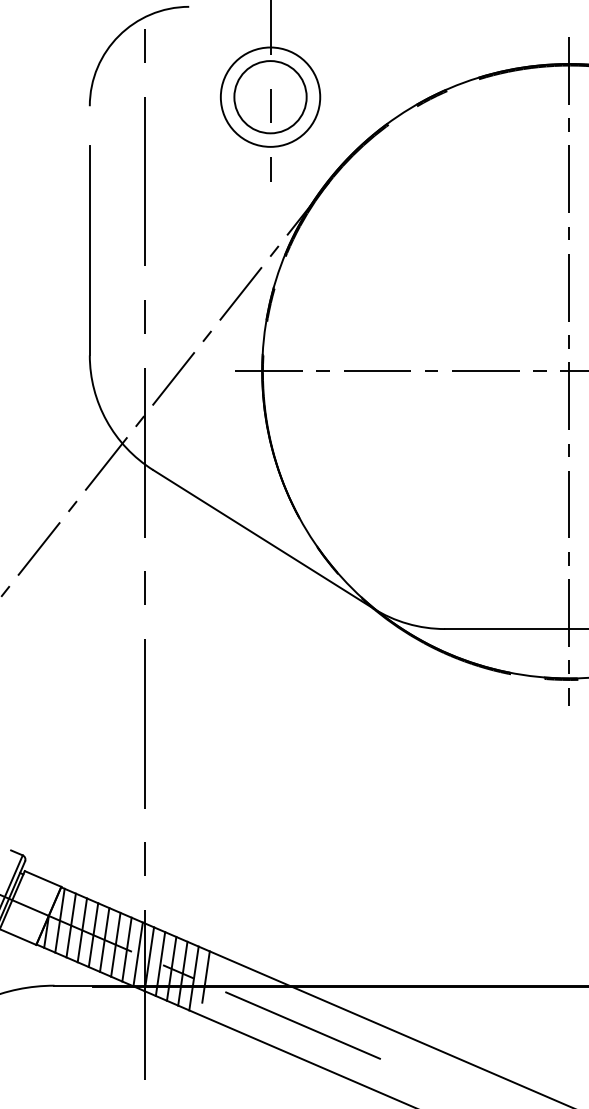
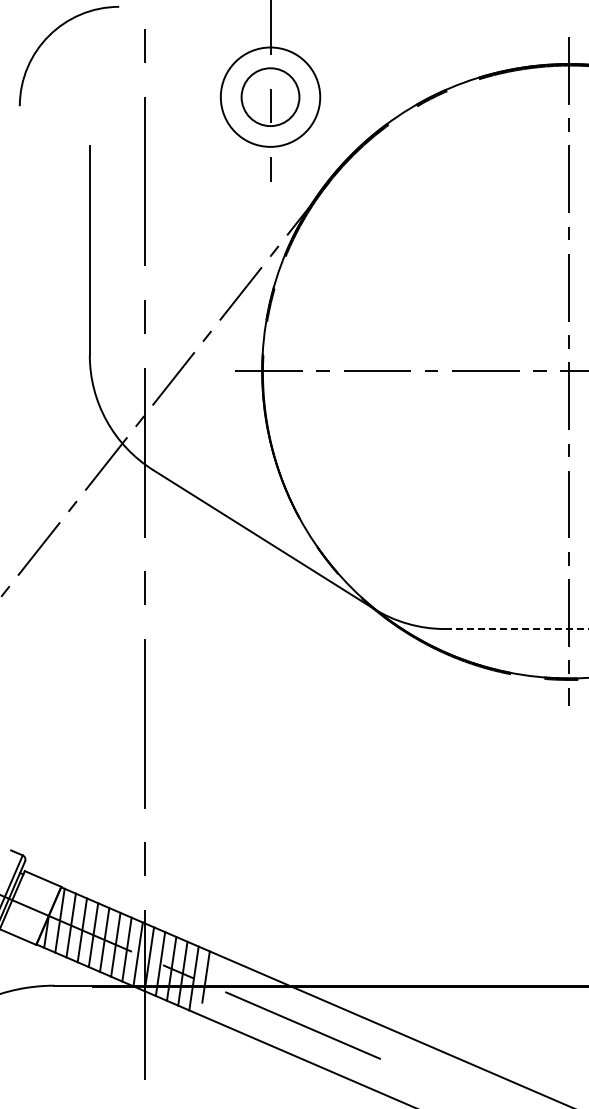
arc at (115, 41) position: (115, 41) -> (45, 41)
circle at (270, 97) diameter: 72 px -> 58 px
line at (517, 629): solid -> dashed
